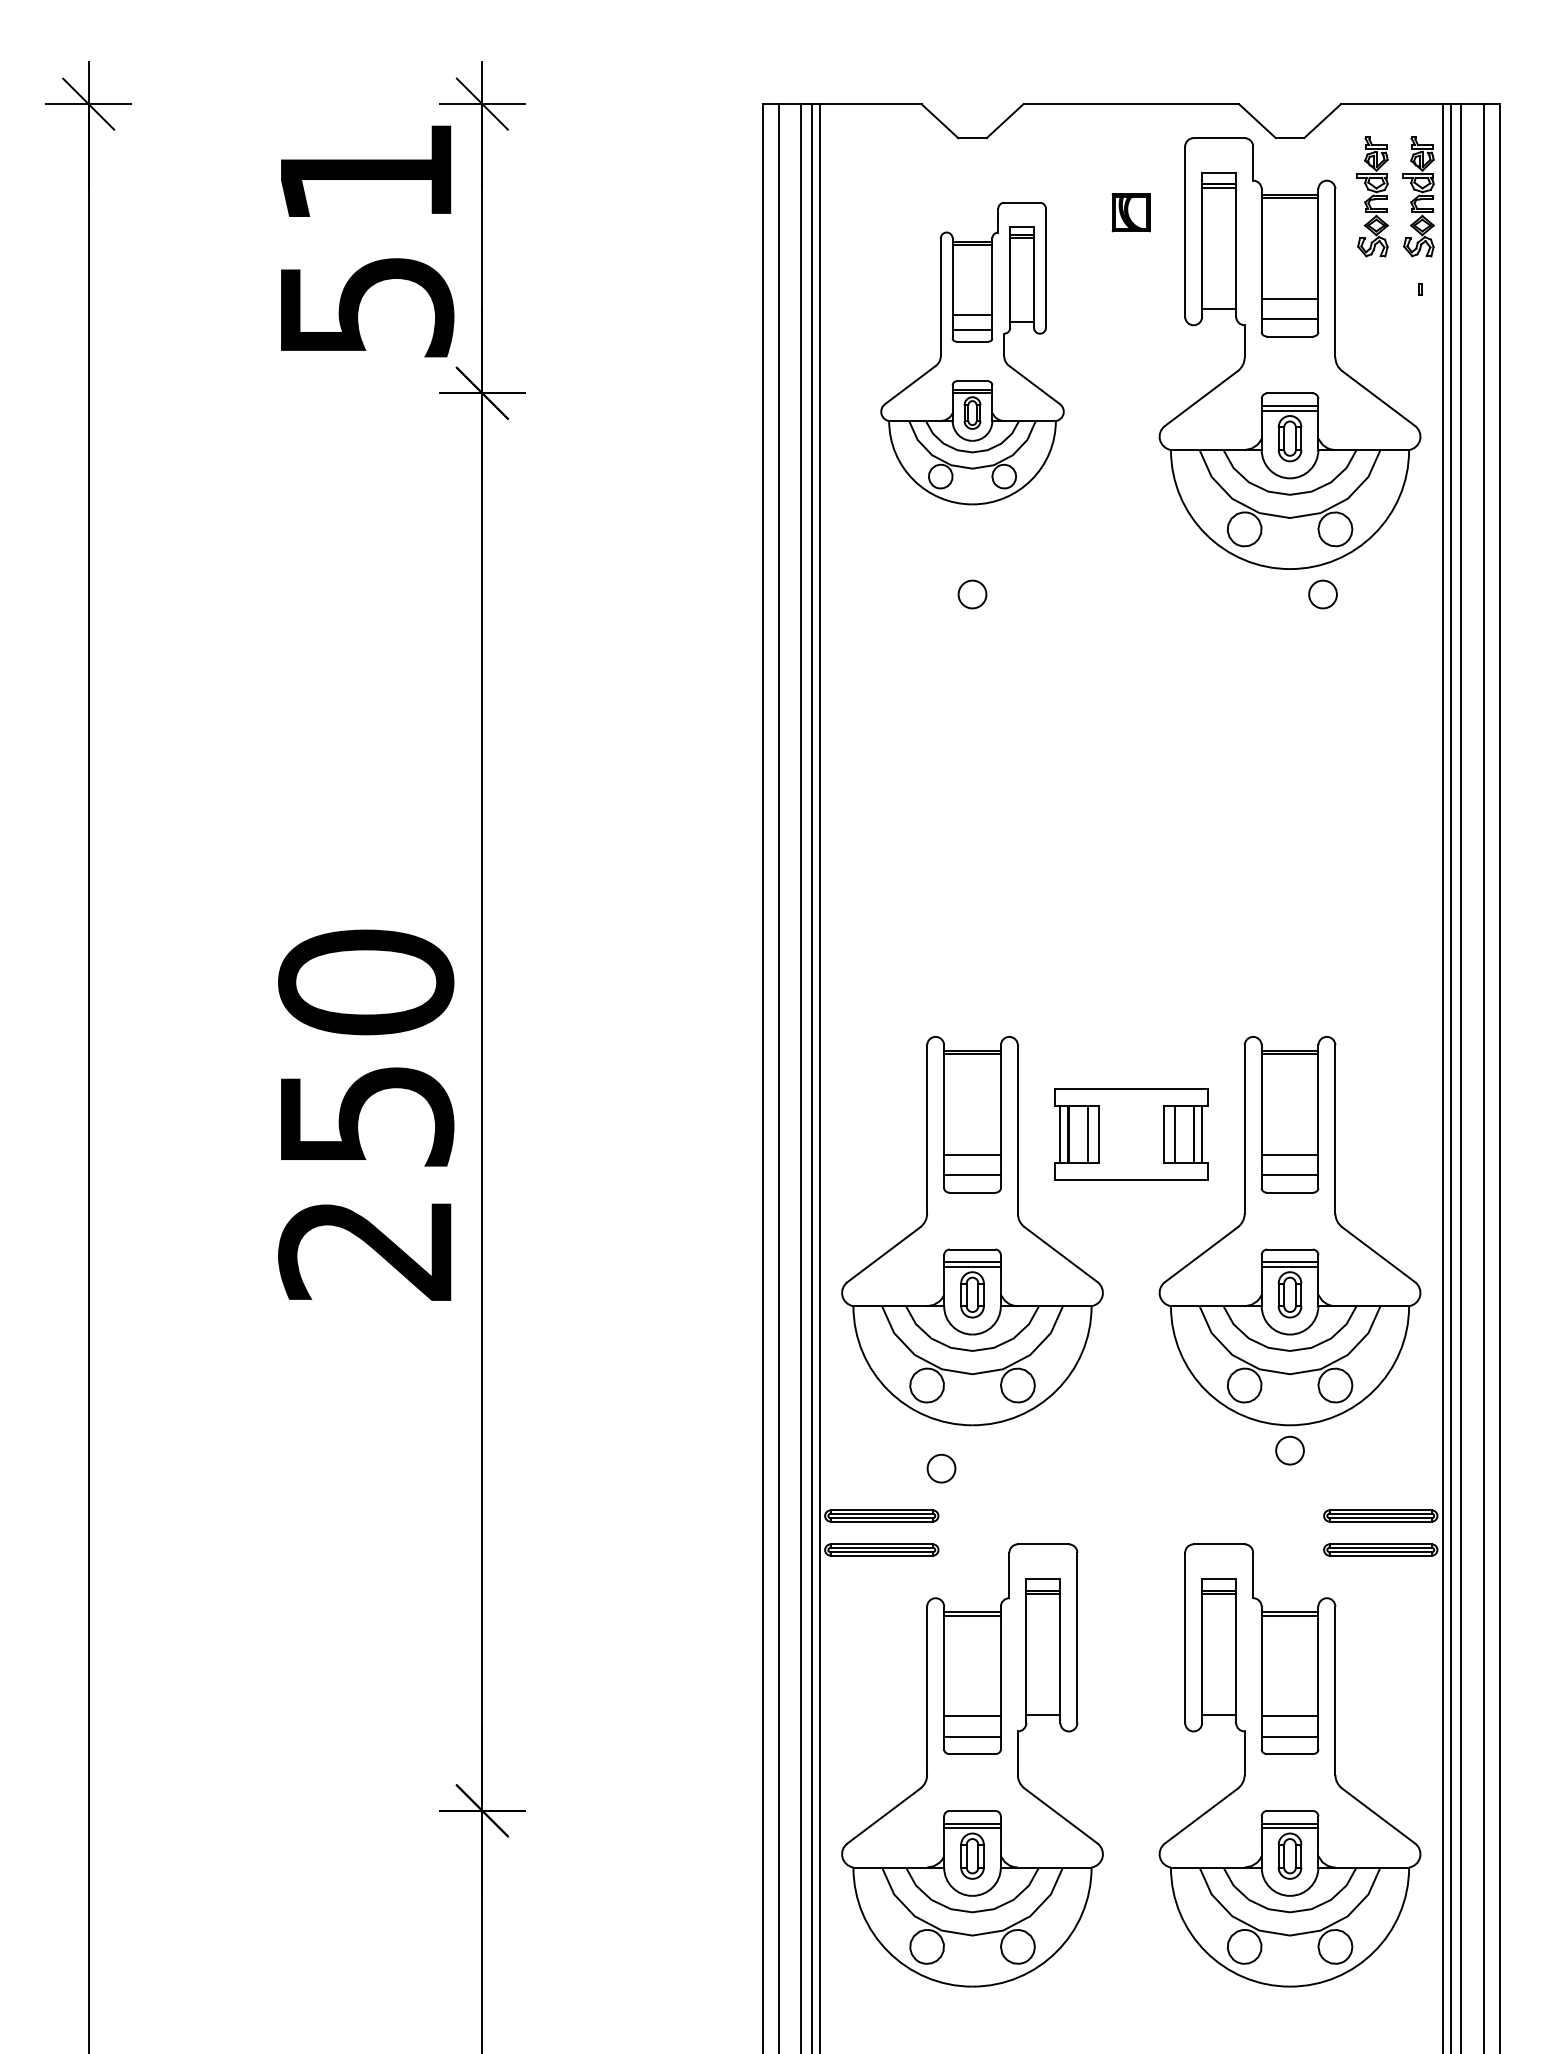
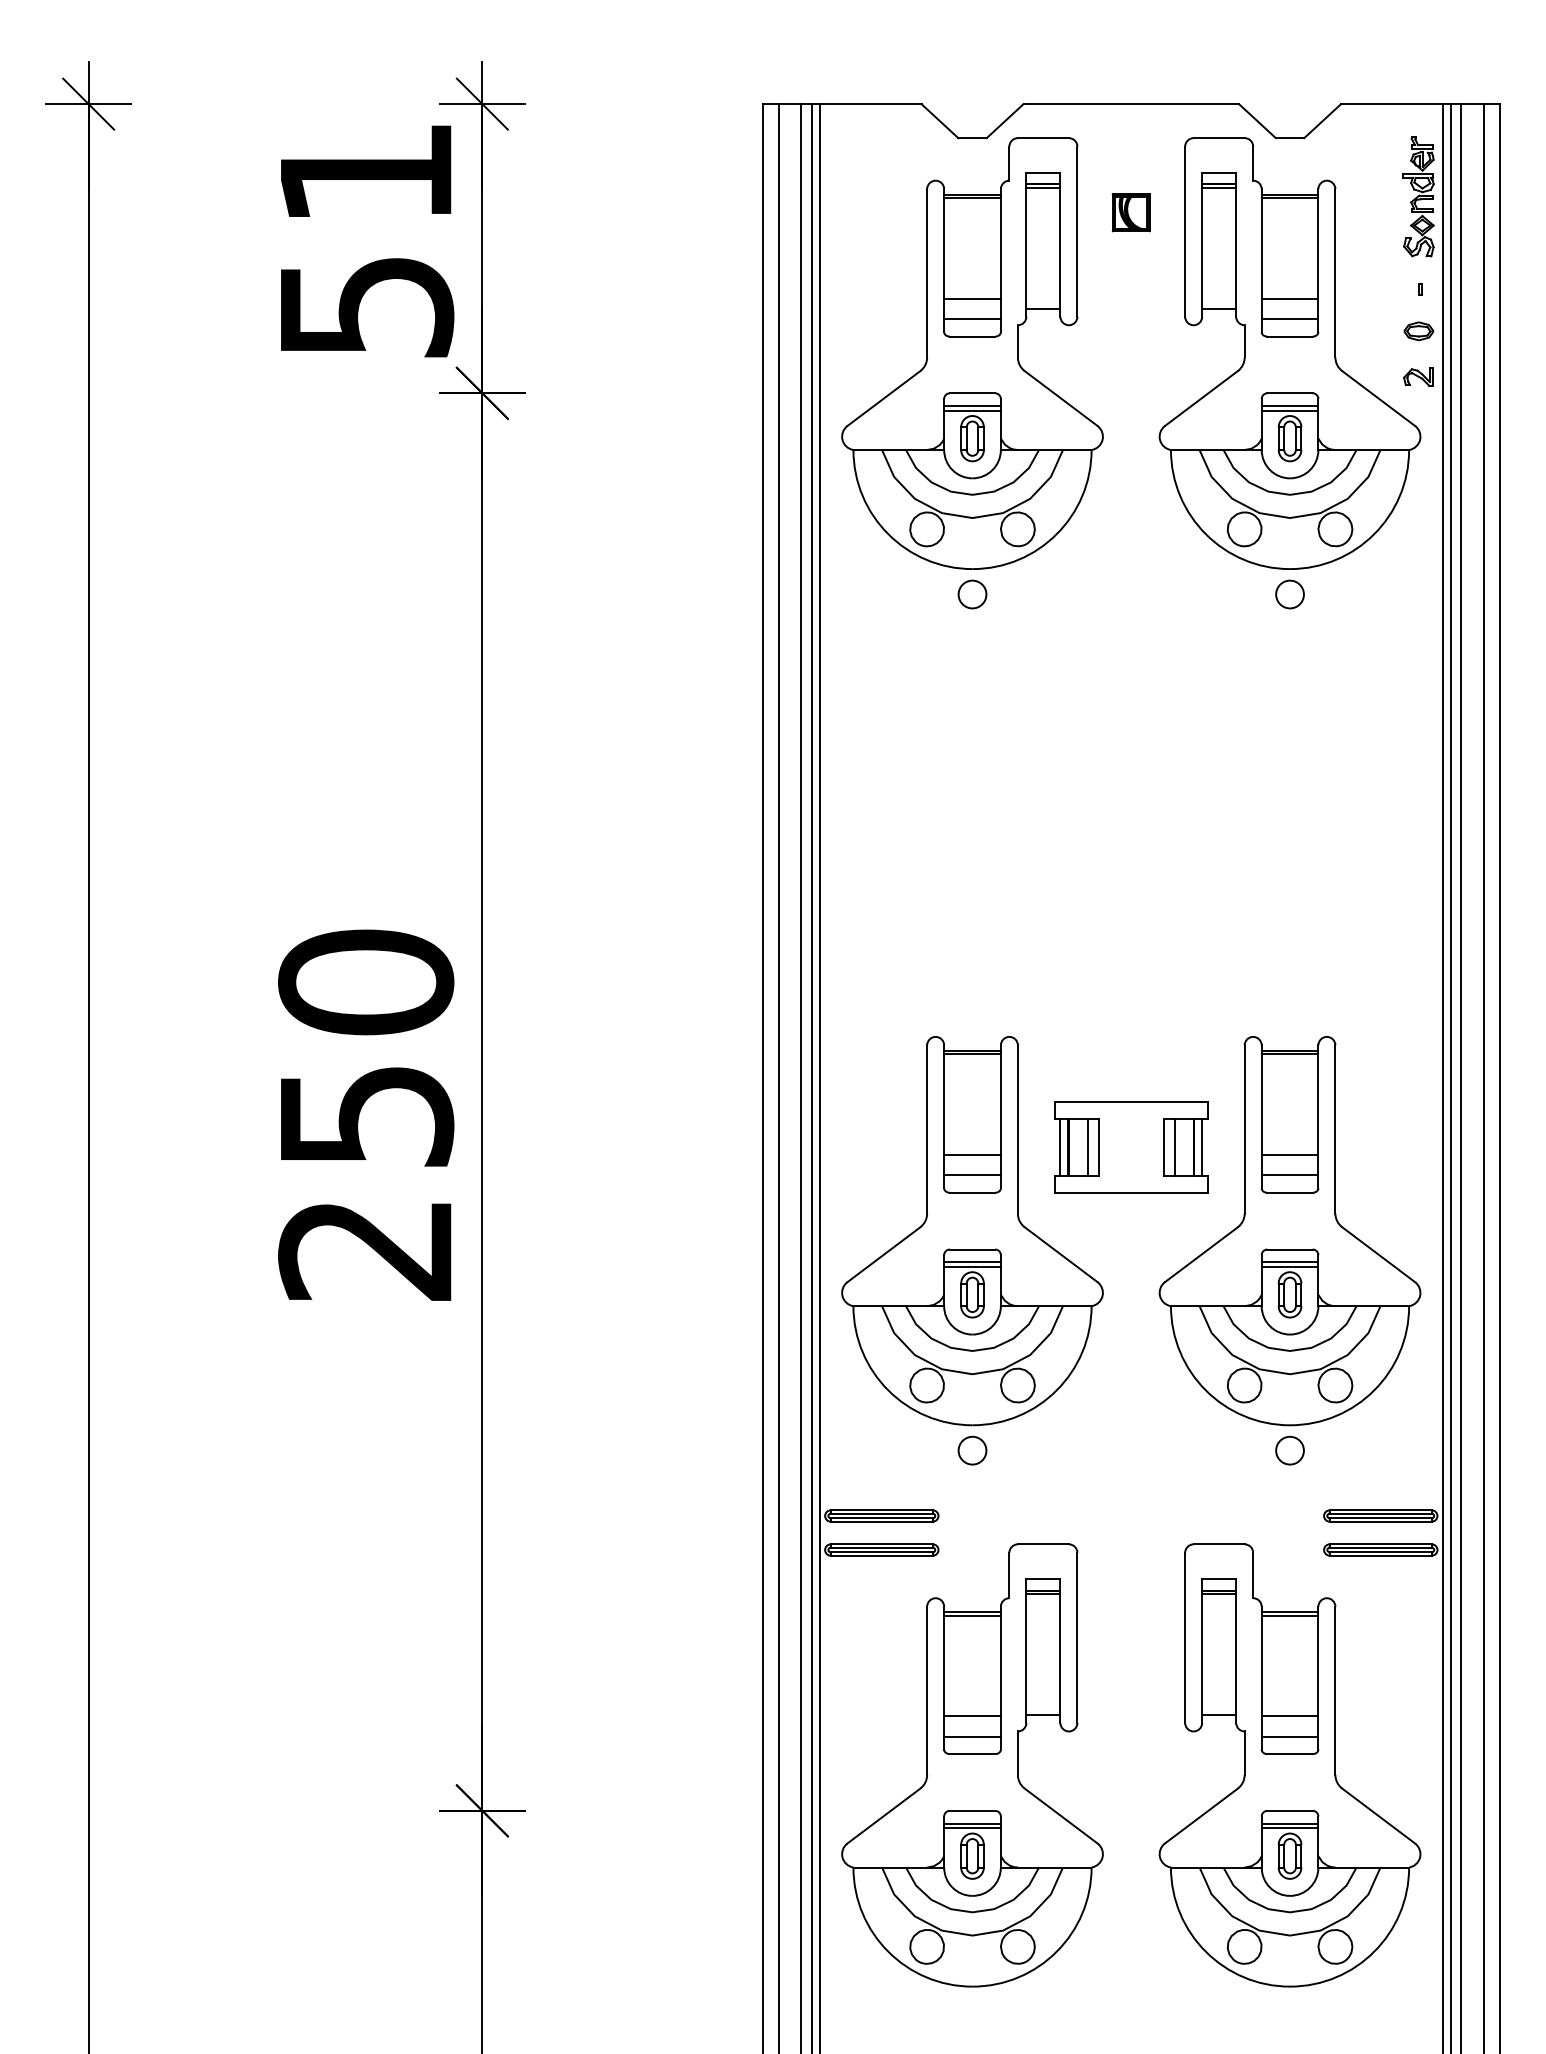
part at (1372, 196): present -> none
part at (1418, 331): none -> present
part at (972, 353) size: 185x305 px -> 263x433 px
part at (1418, 376): none -> present
circle at (1322, 594) position: (1322, 594) -> (1289, 594)
part at (1131, 1134) position: (1131, 1134) -> (1131, 1147)
circle at (941, 1468) position: (941, 1468) -> (972, 1450)
